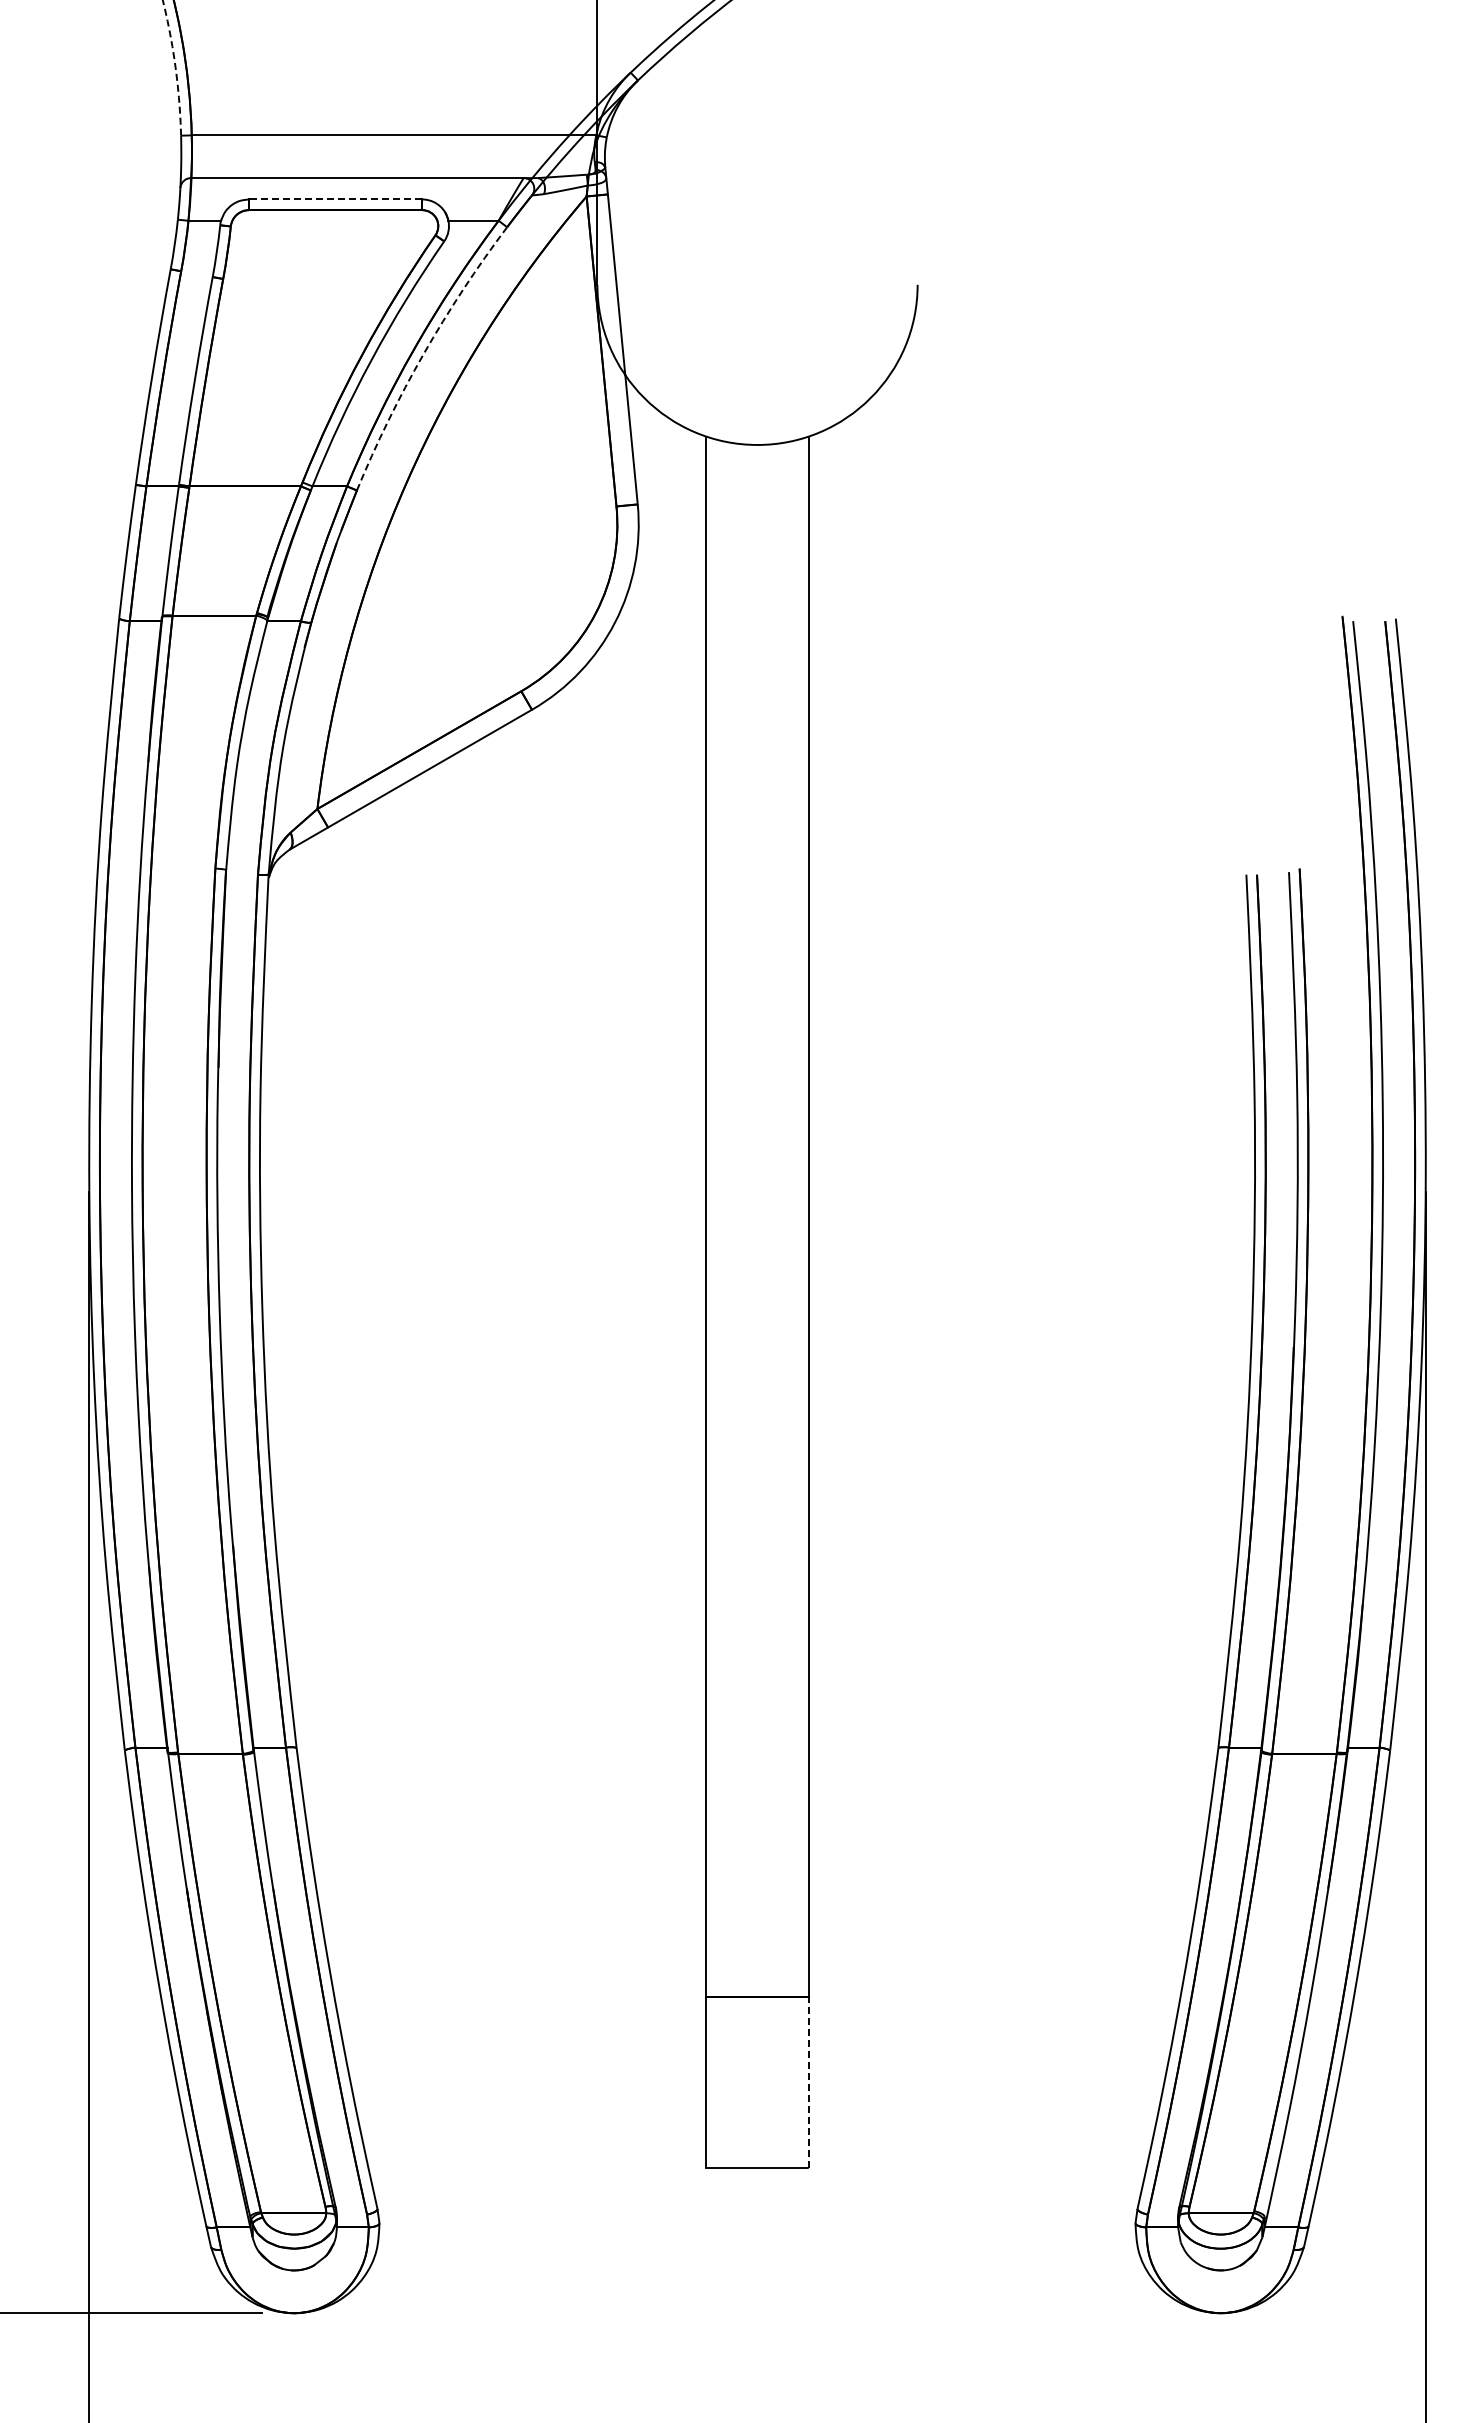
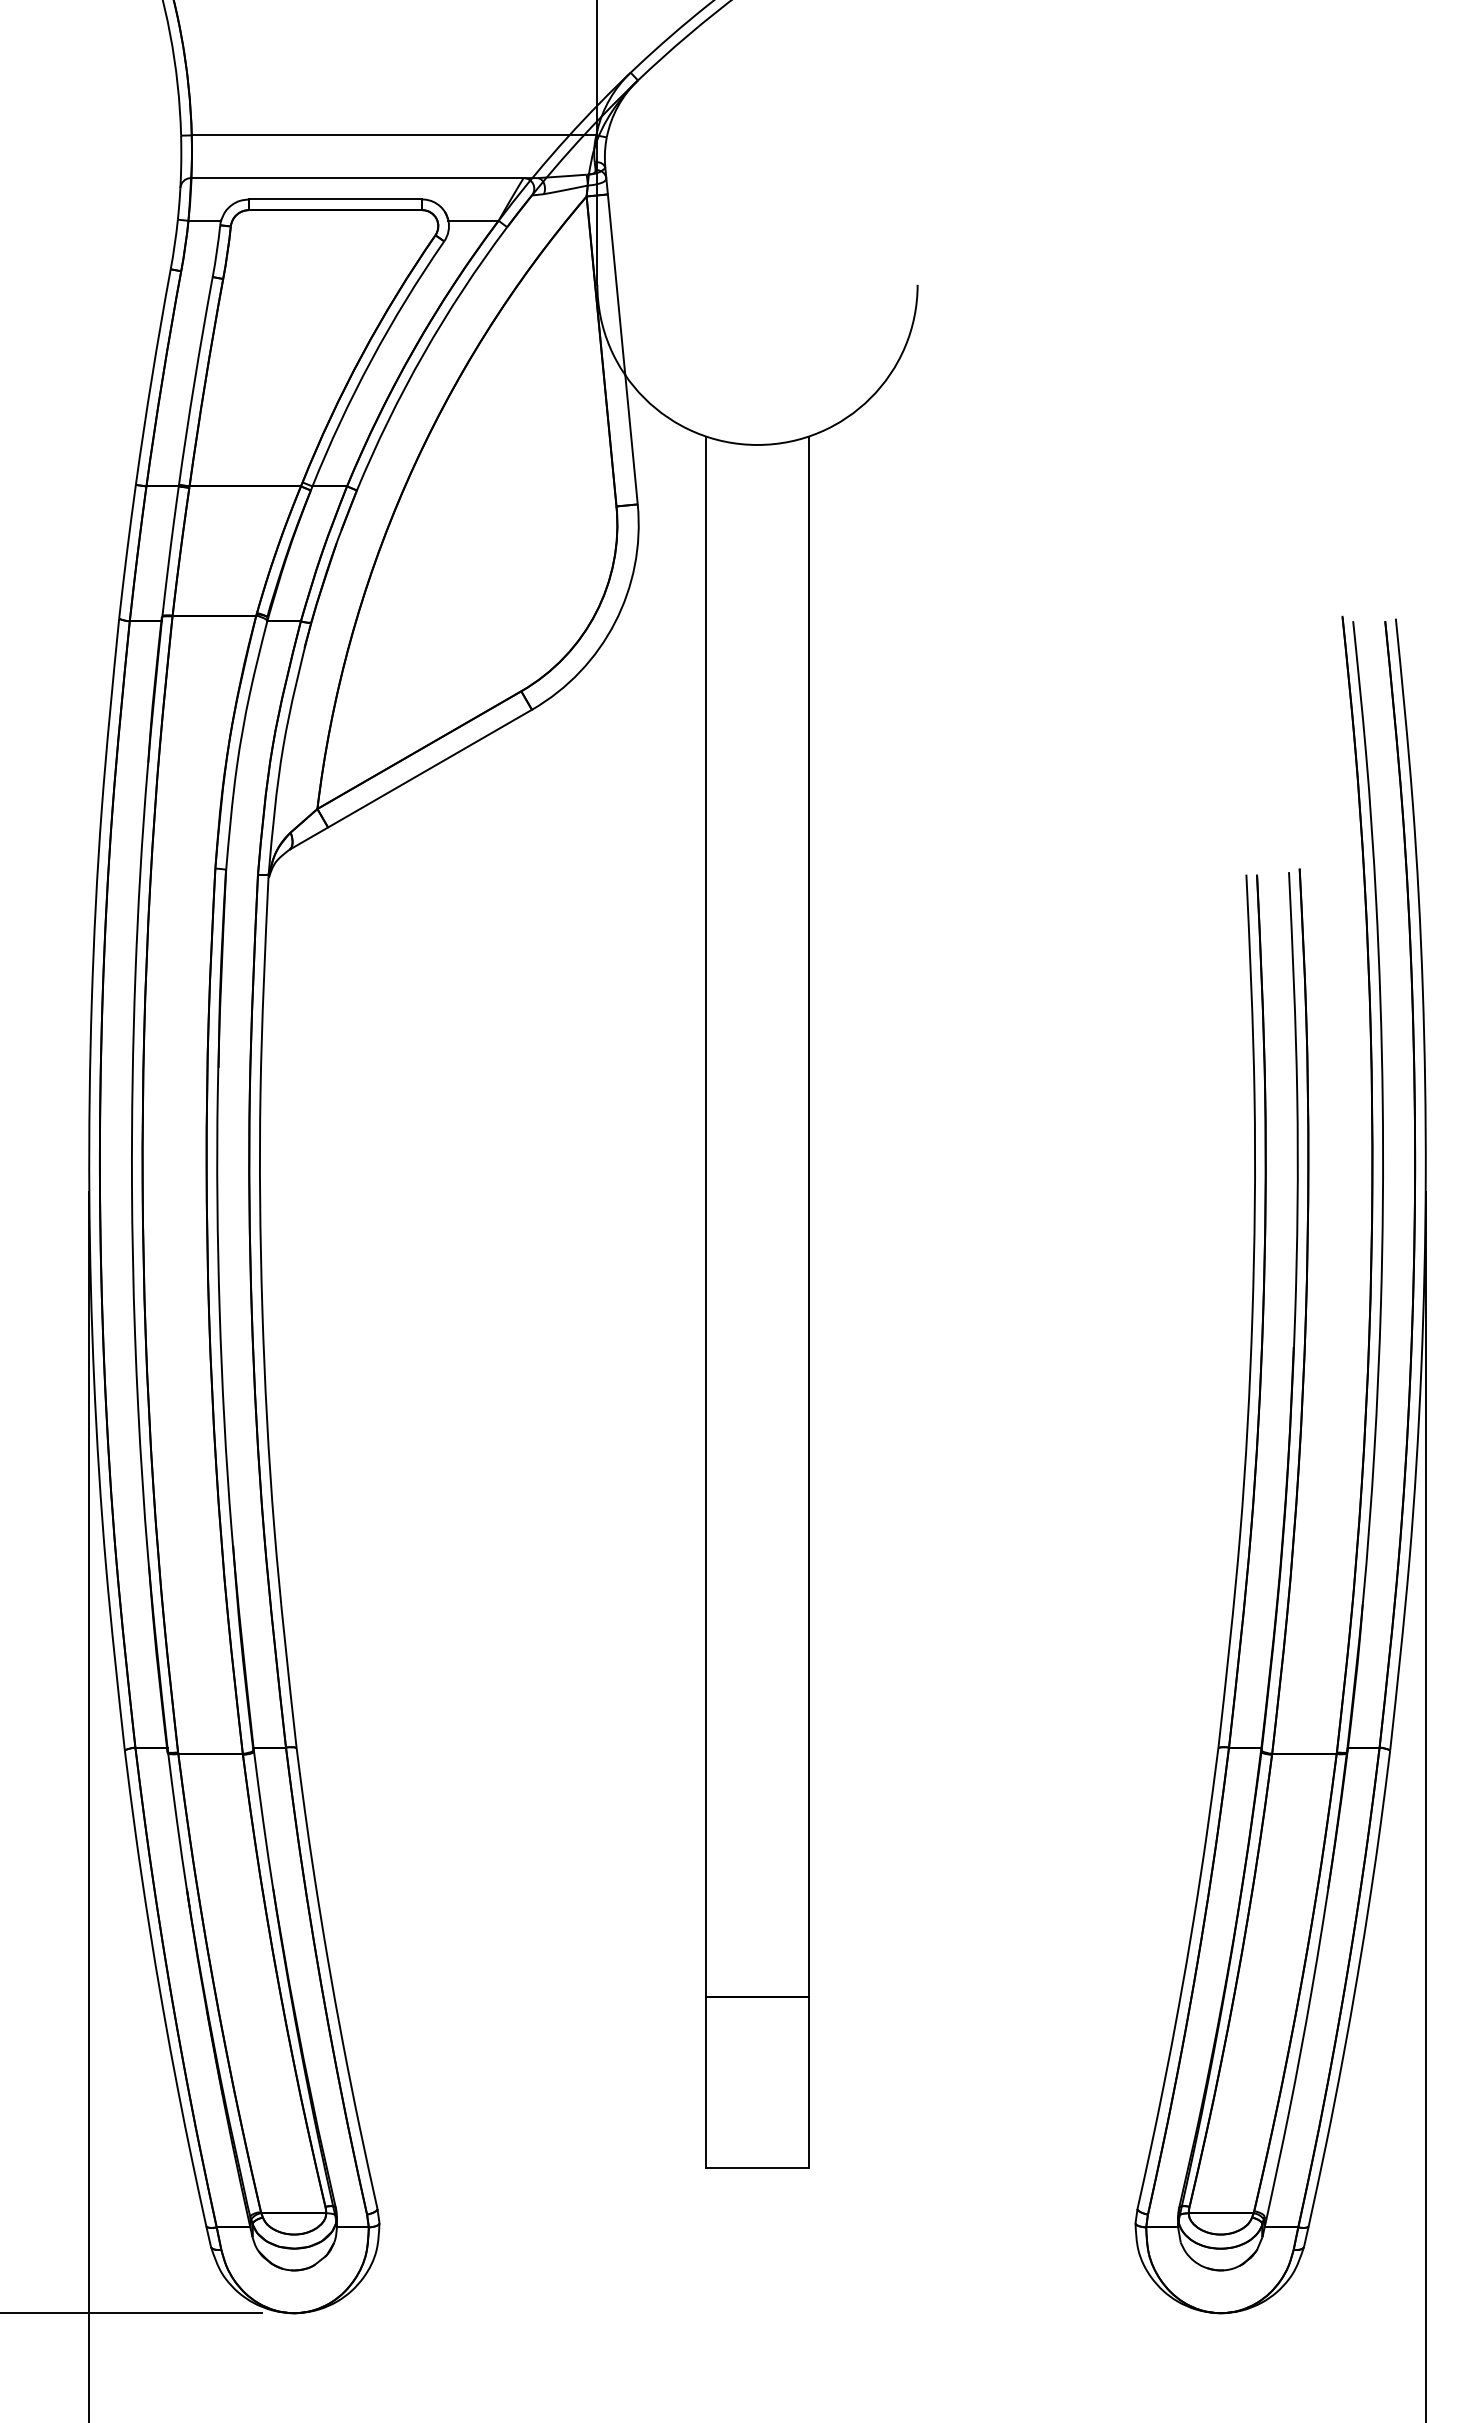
arc at (175, 66): dashed -> solid
line at (335, 199): dashed -> solid
arc at (423, 354): dashed -> solid
line at (808, 2082): dashed -> solid
